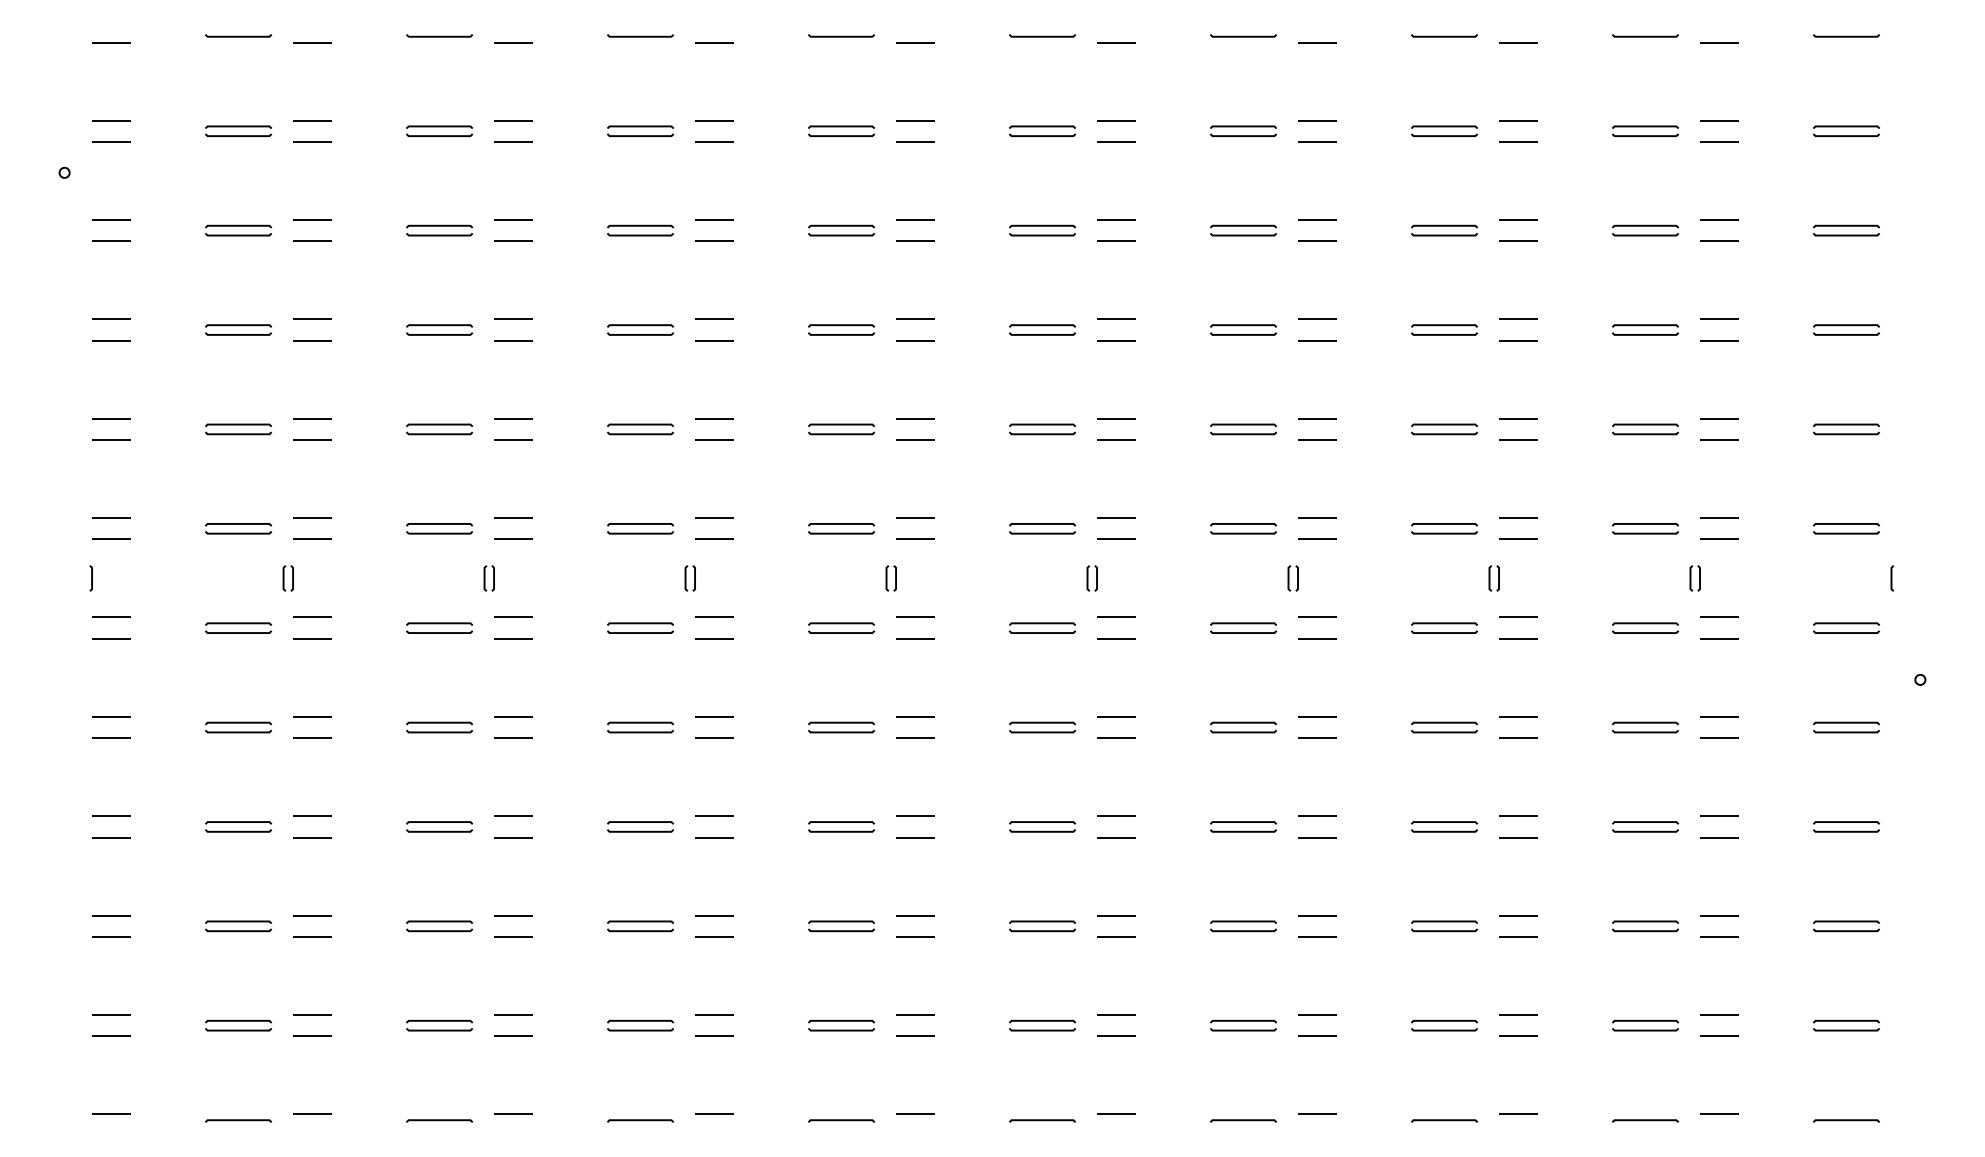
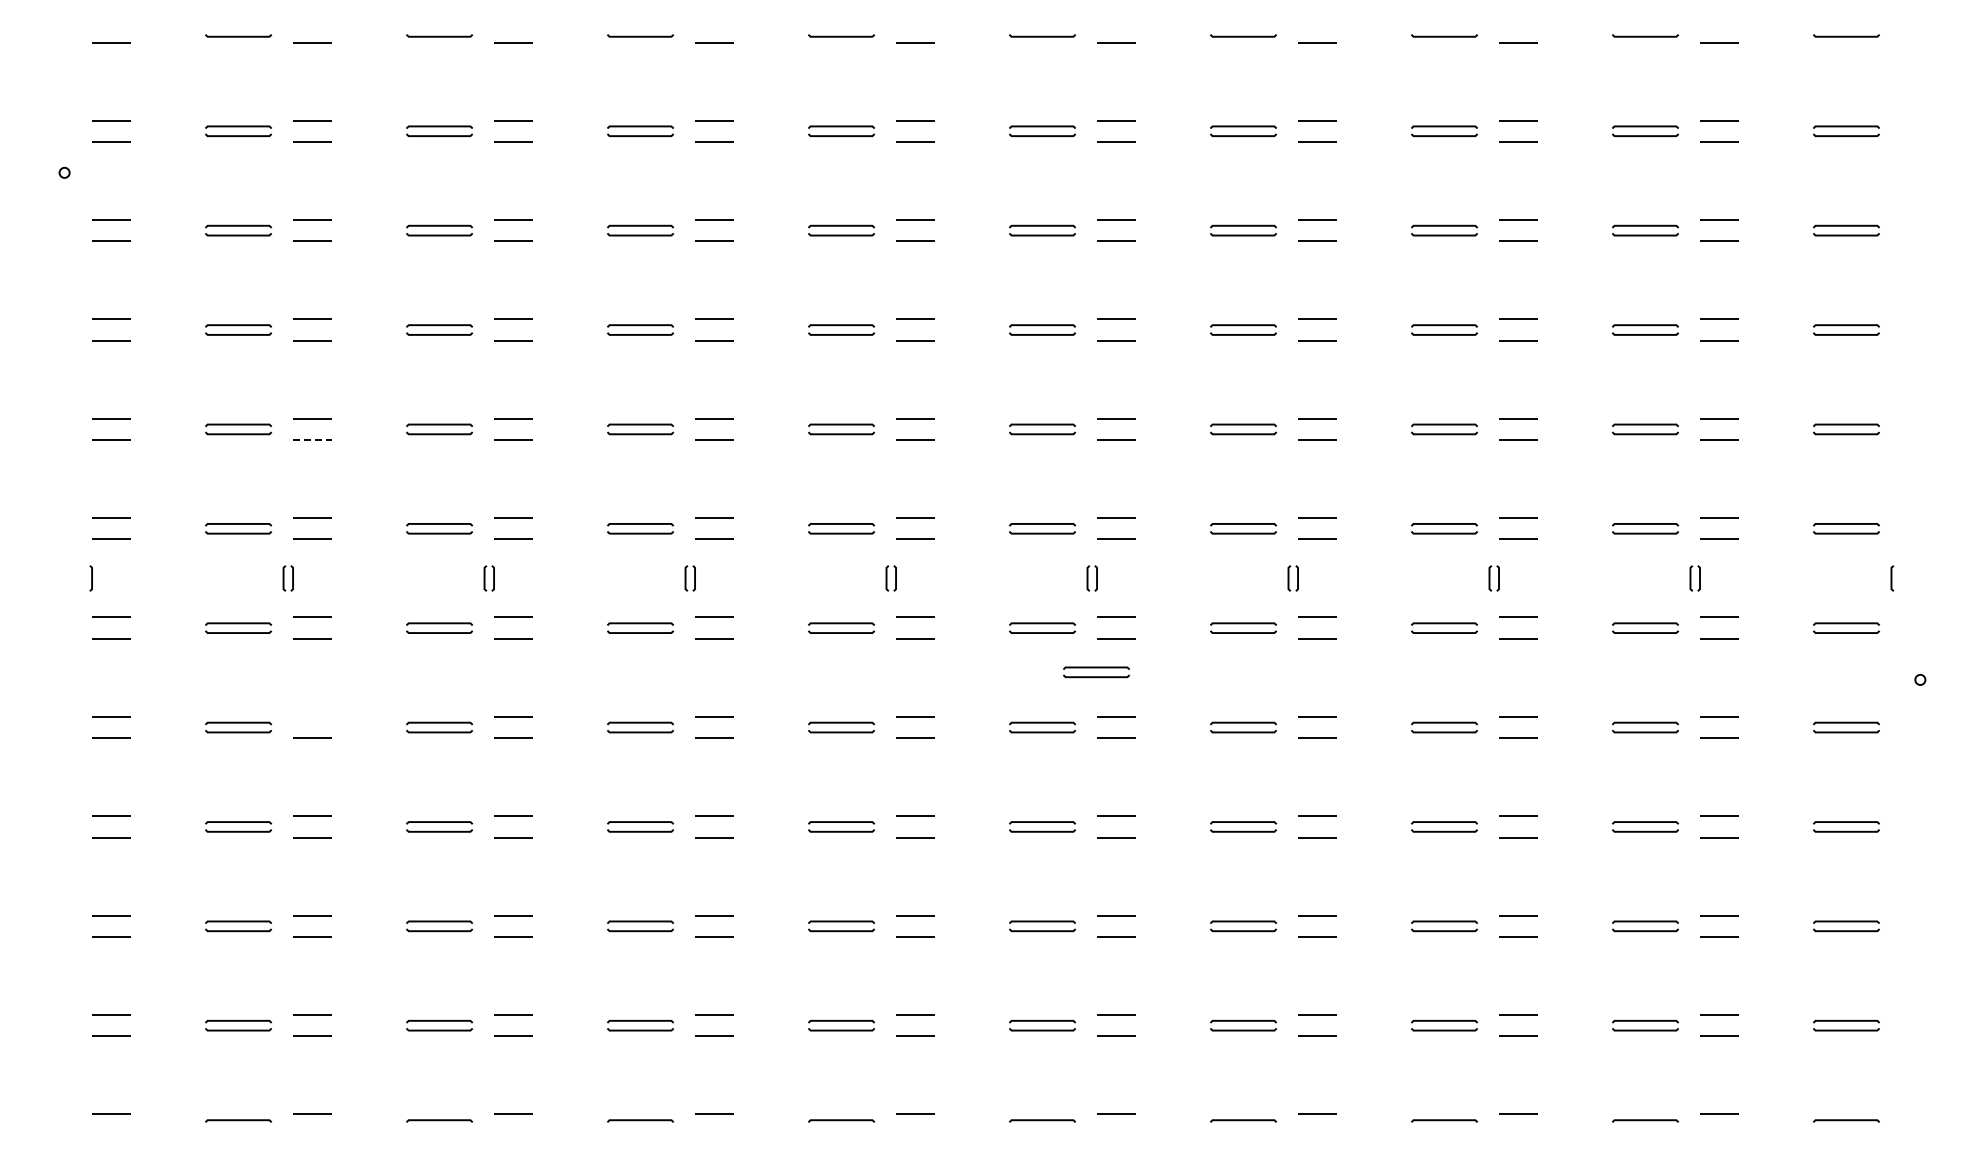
line at (312, 440): solid -> dashed
part at (1096, 672): none -> present
line at (312, 716): present -> none
